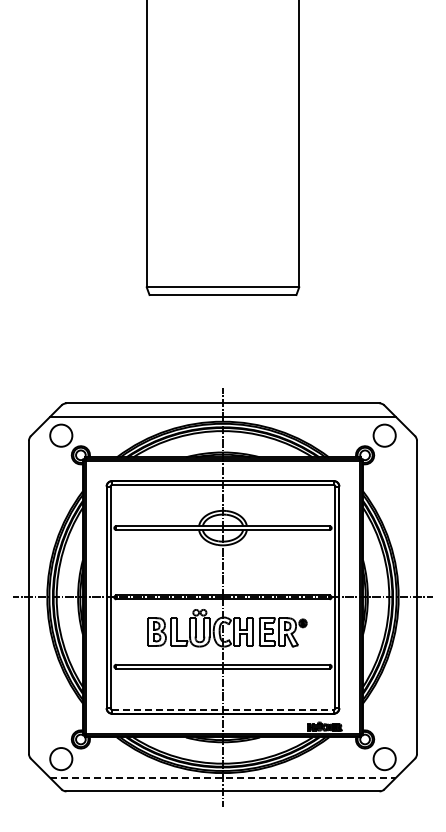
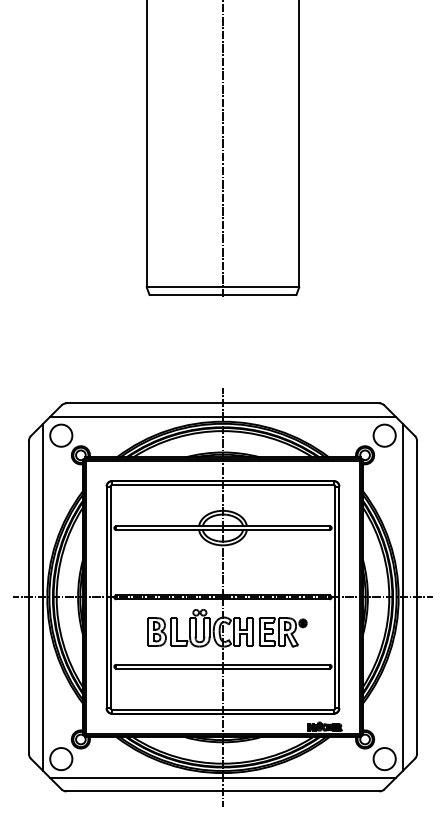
line at (222, 149): none -> present
line at (42, 597): none -> present
line at (403, 597): none -> present
line at (222, 709): dashed -> solid
line at (223, 777): dashed -> solid
